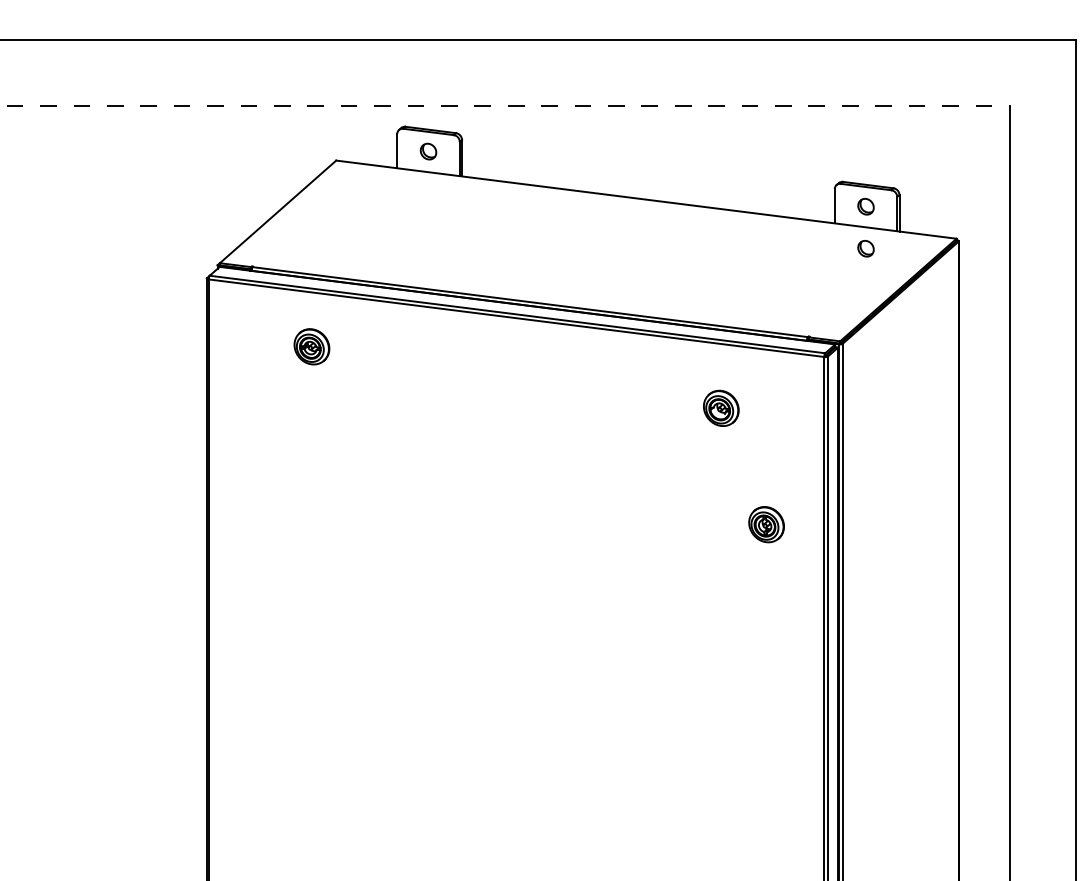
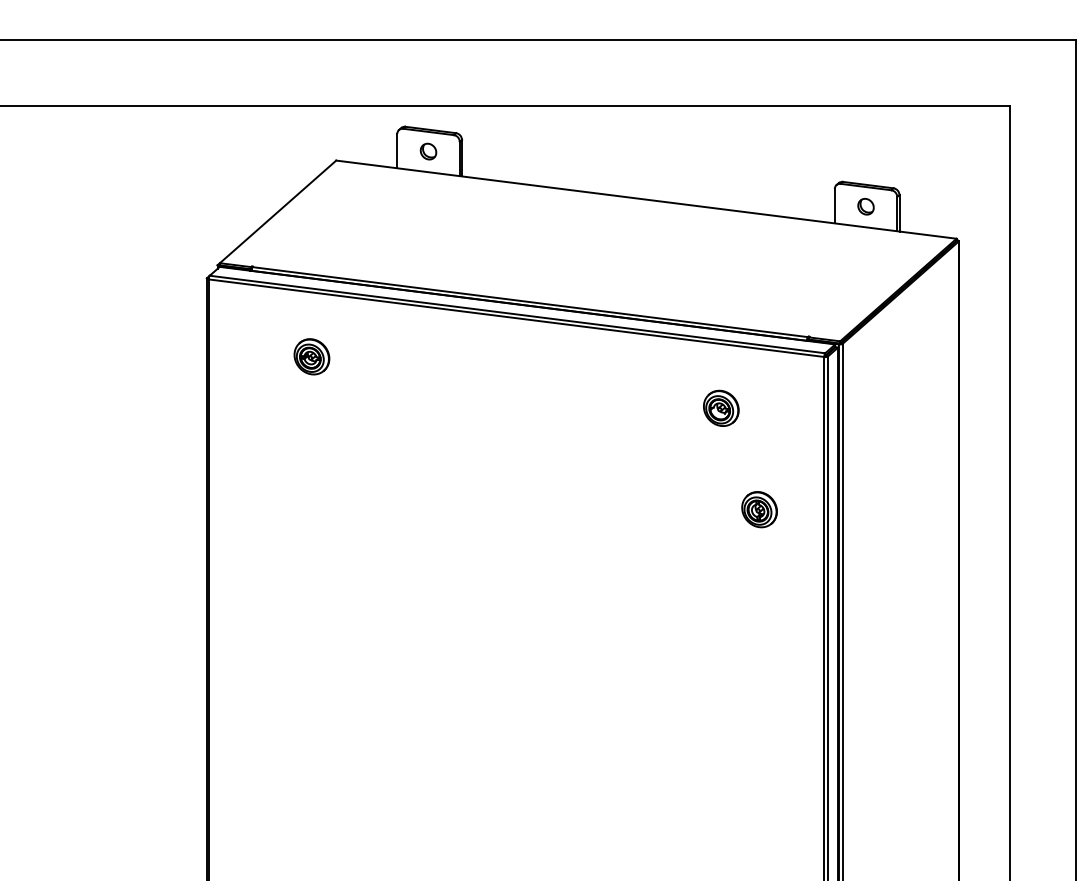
line at (505, 105): dashed -> solid
part at (865, 248): present -> none
part at (311, 346) position: (311, 346) -> (311, 356)
part at (766, 524) position: (766, 524) -> (759, 509)
